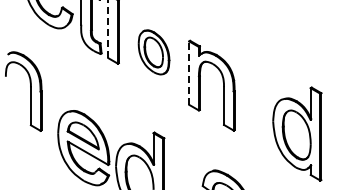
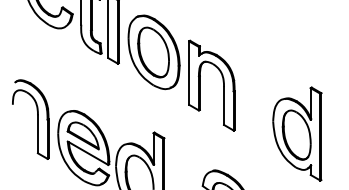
line at (108, 29): dashed -> solid
part at (153, 52) size: 34x47 px -> 54x77 px
line at (189, 73): dashed -> solid
part at (30, 91) position: (30, 91) -> (37, 119)
